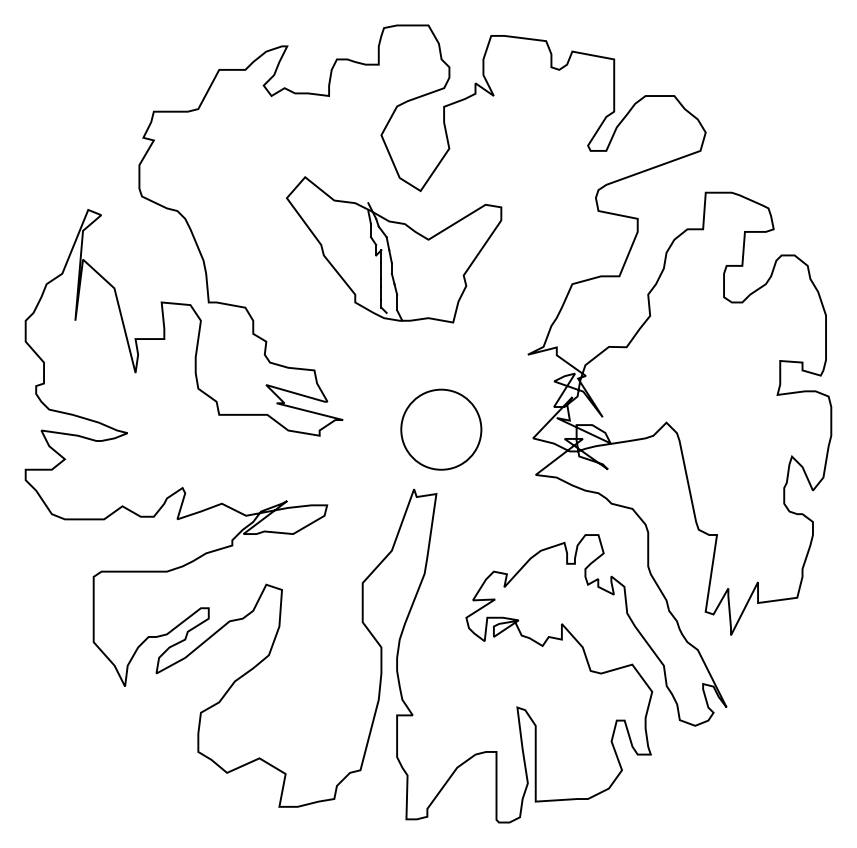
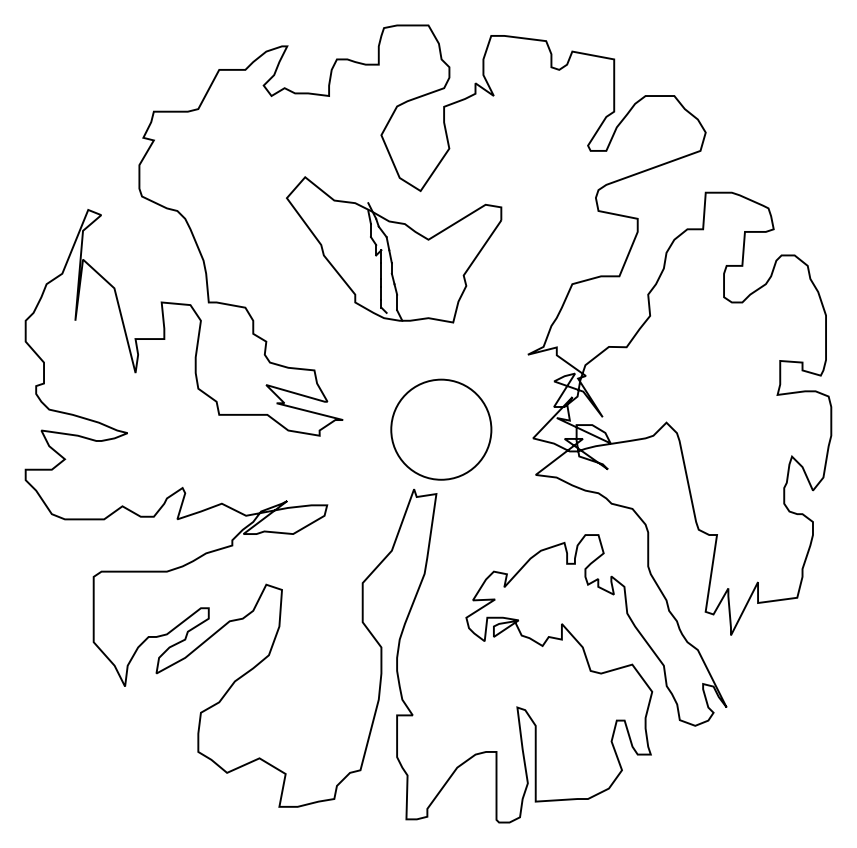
circle at (441, 429) diameter: 80 px -> 100 px
